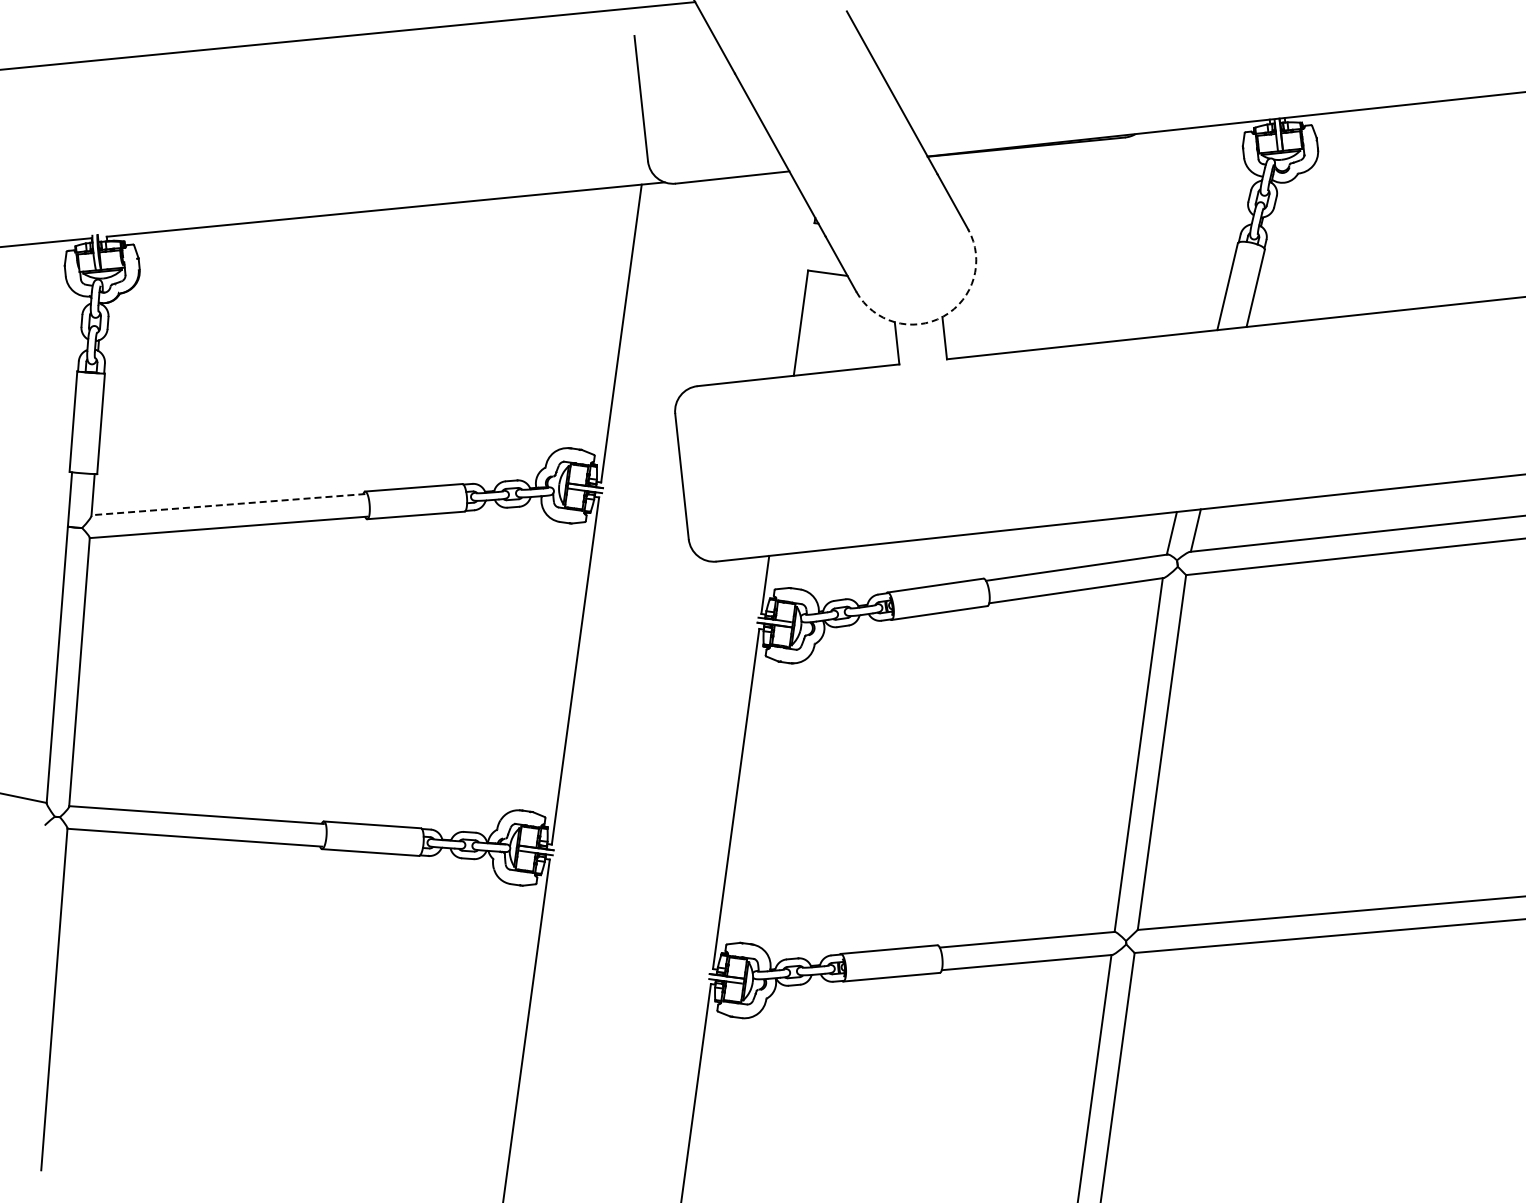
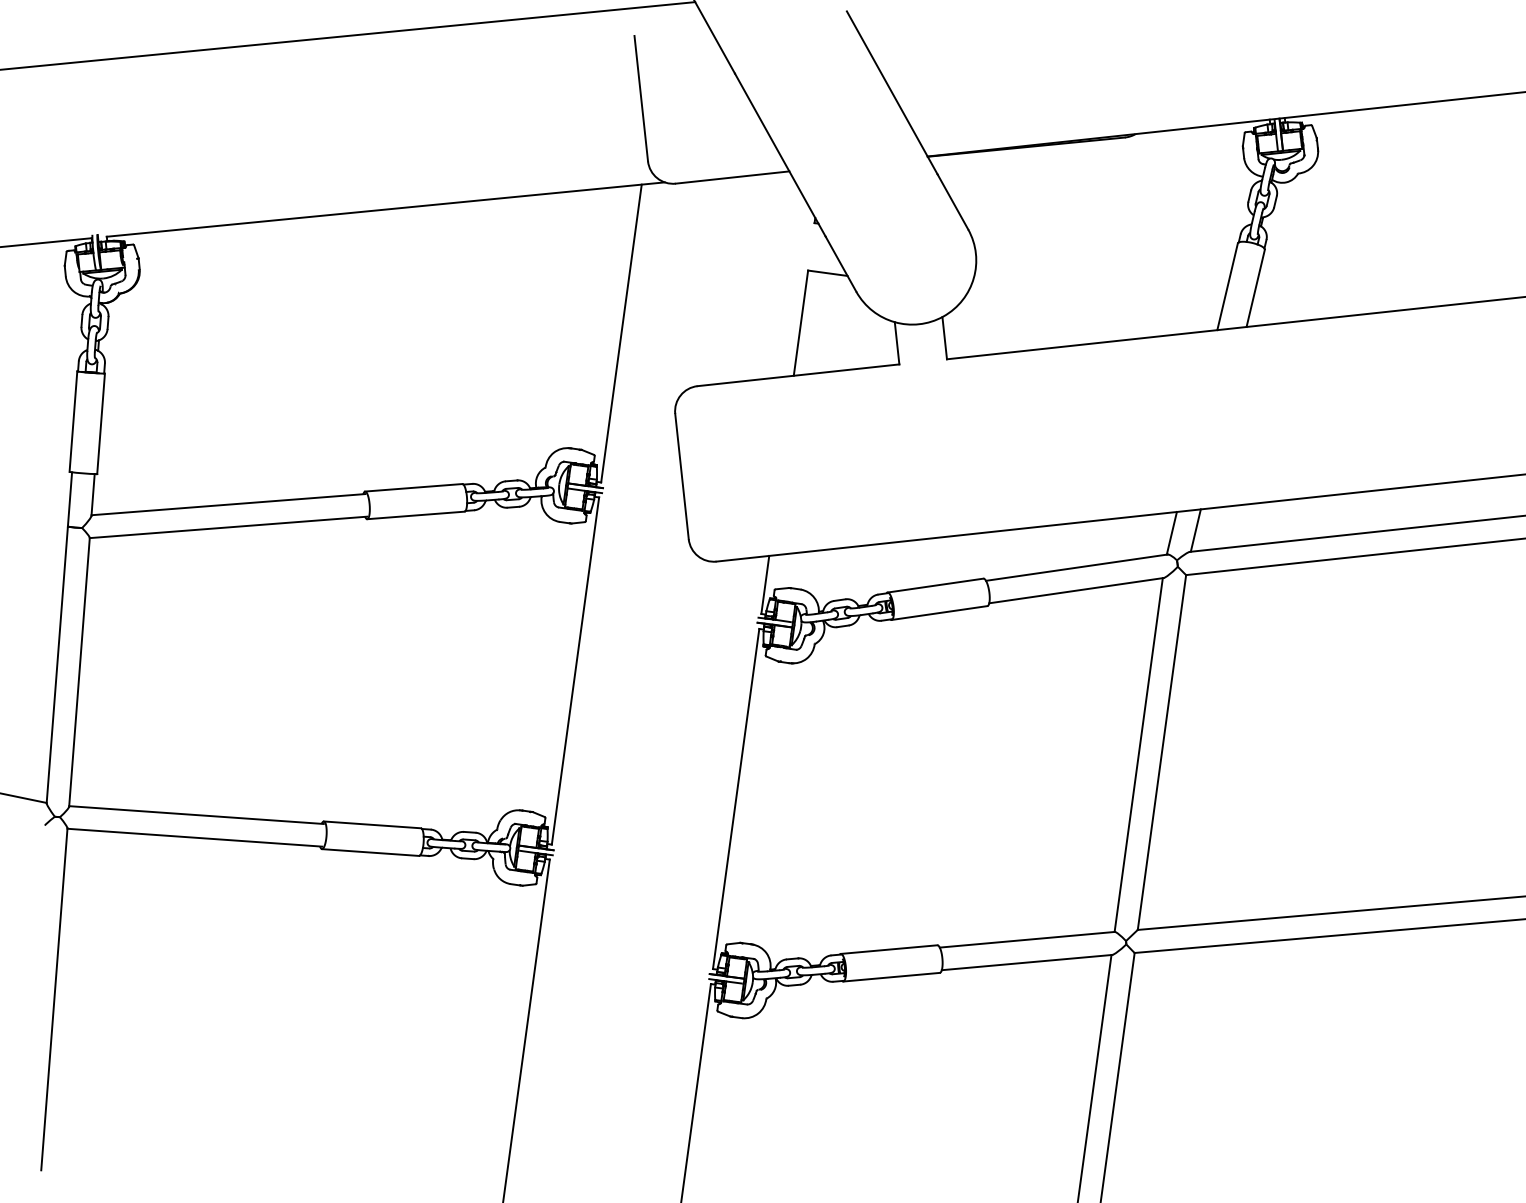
arc at (943, 316): dashed -> solid
line at (227, 504): dashed -> solid
